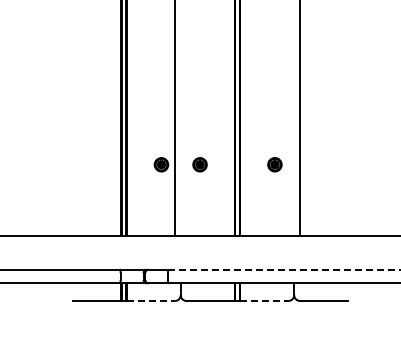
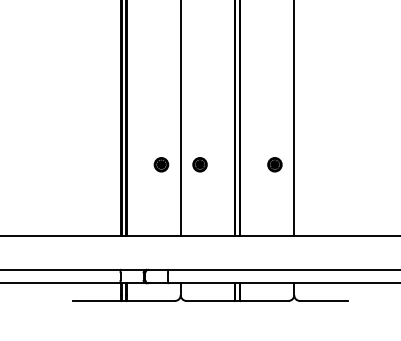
line at (174, 118) position: (174, 118) -> (180, 118)
line at (300, 118) position: (300, 118) -> (294, 118)
line at (284, 269): dashed -> solid
line at (151, 300): dashed -> solid
line at (264, 300): dashed -> solid
